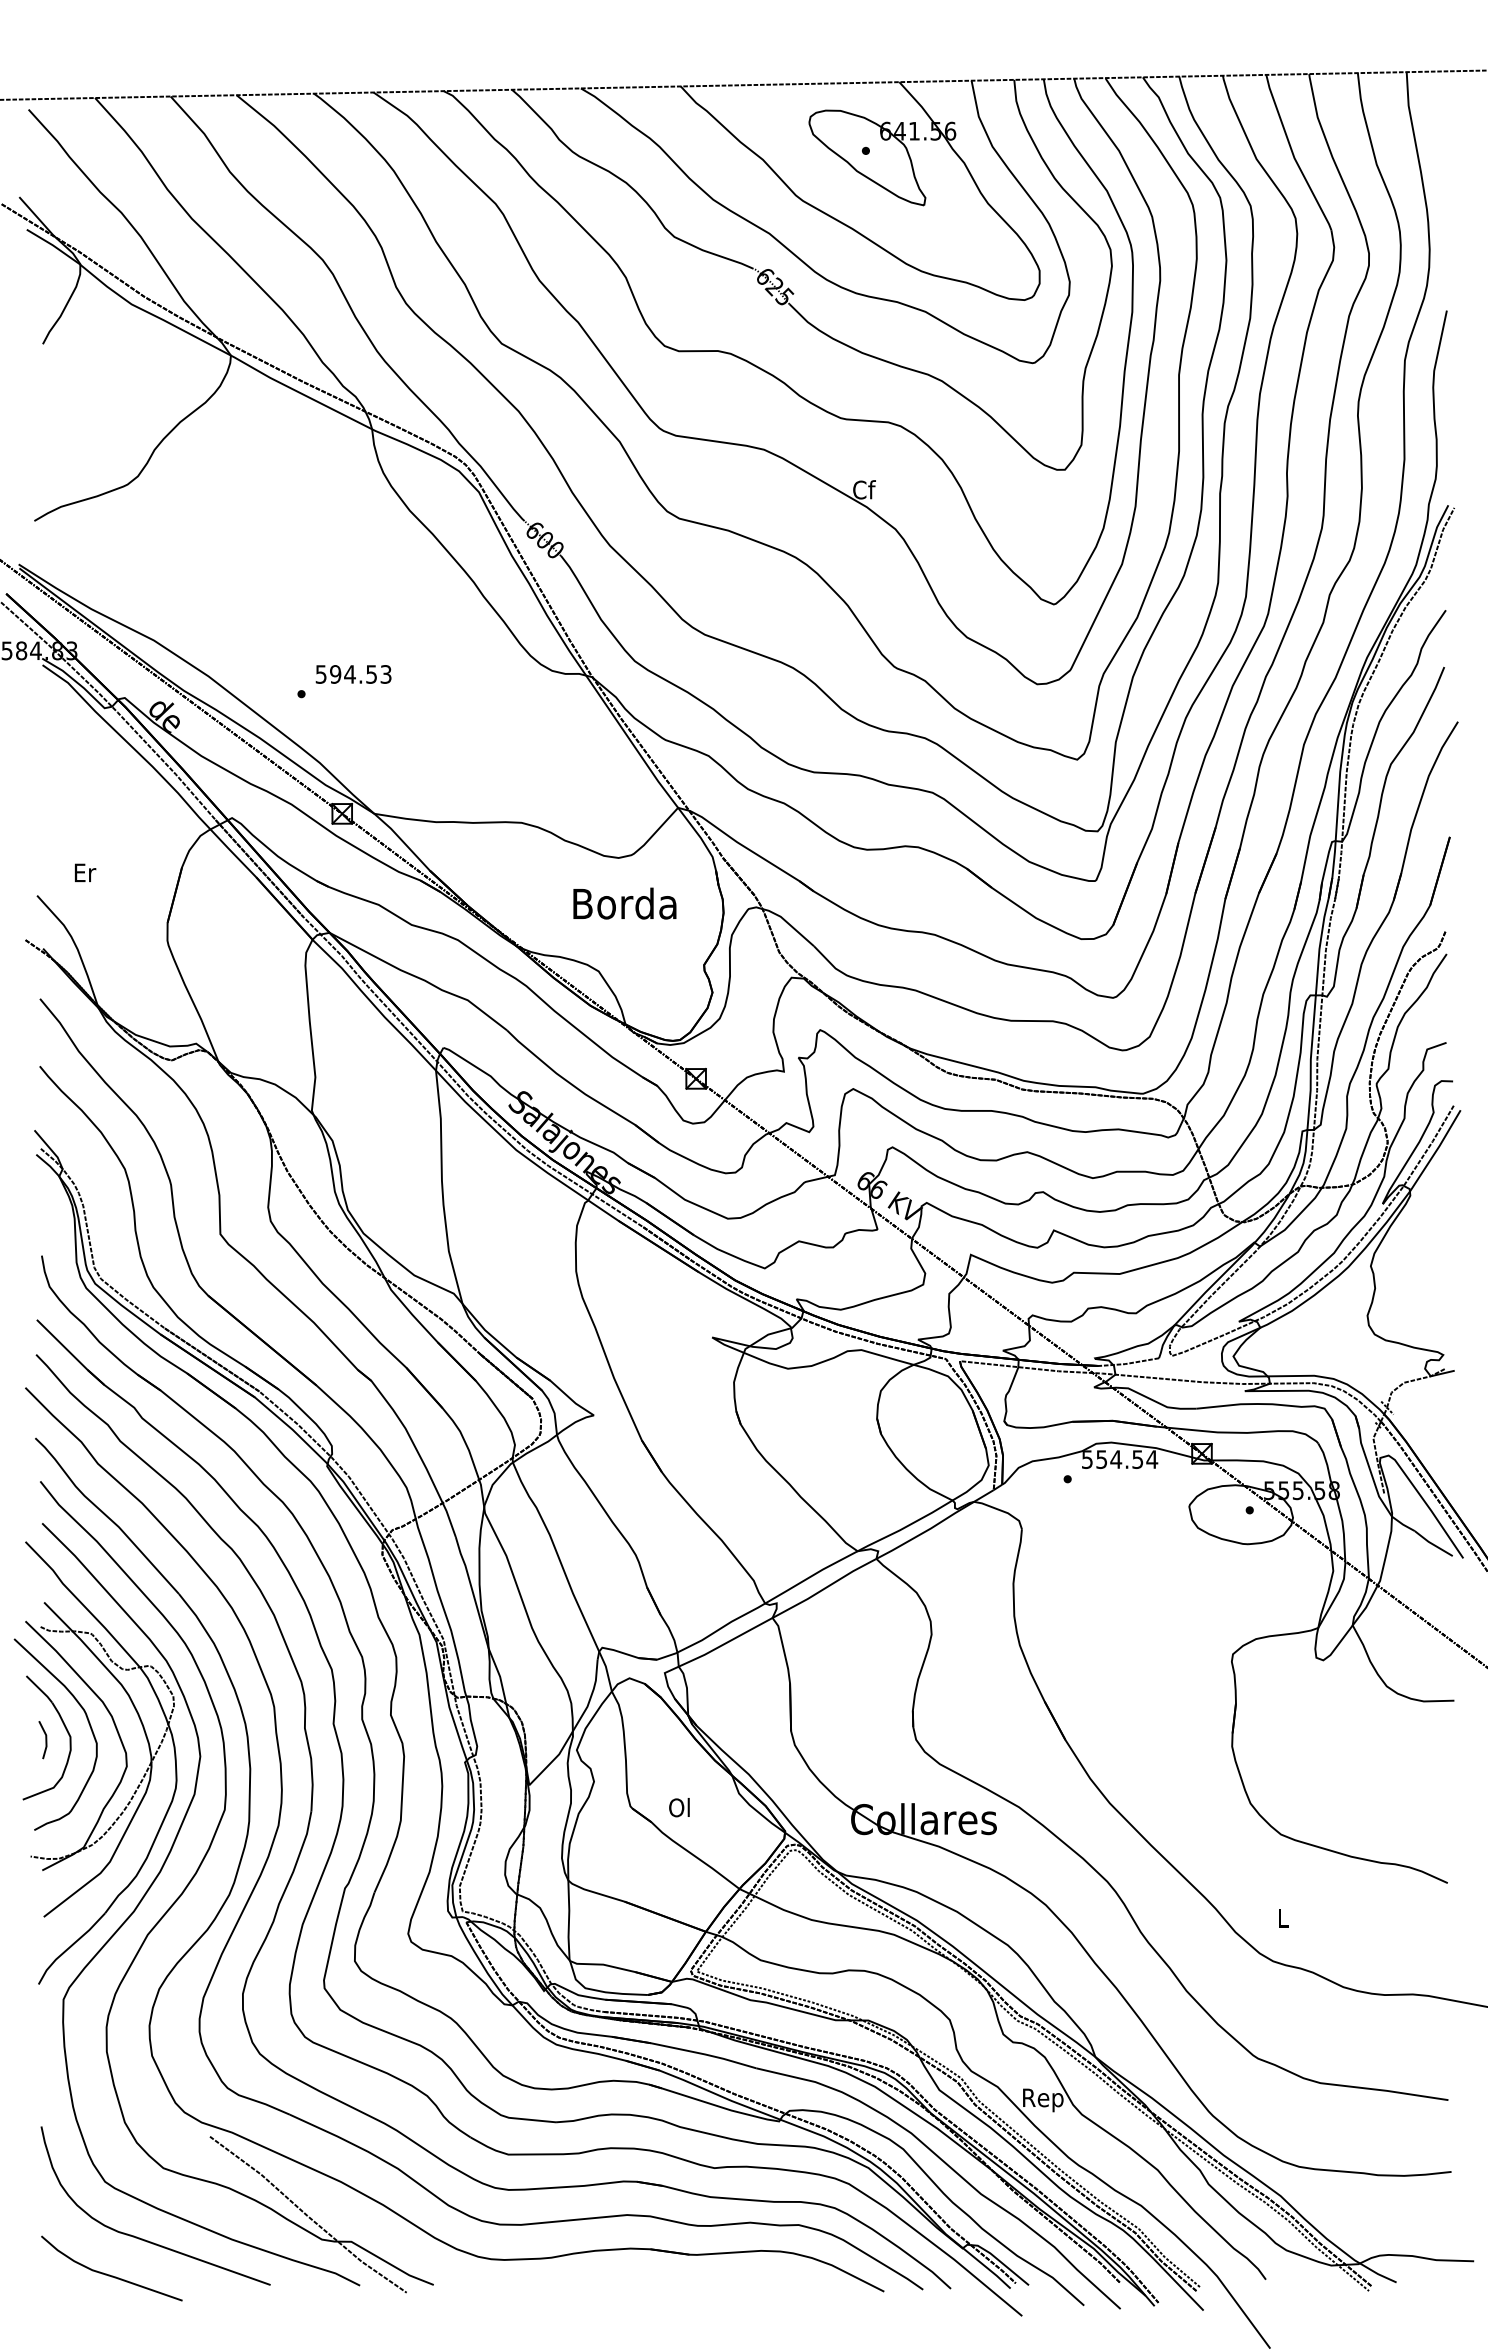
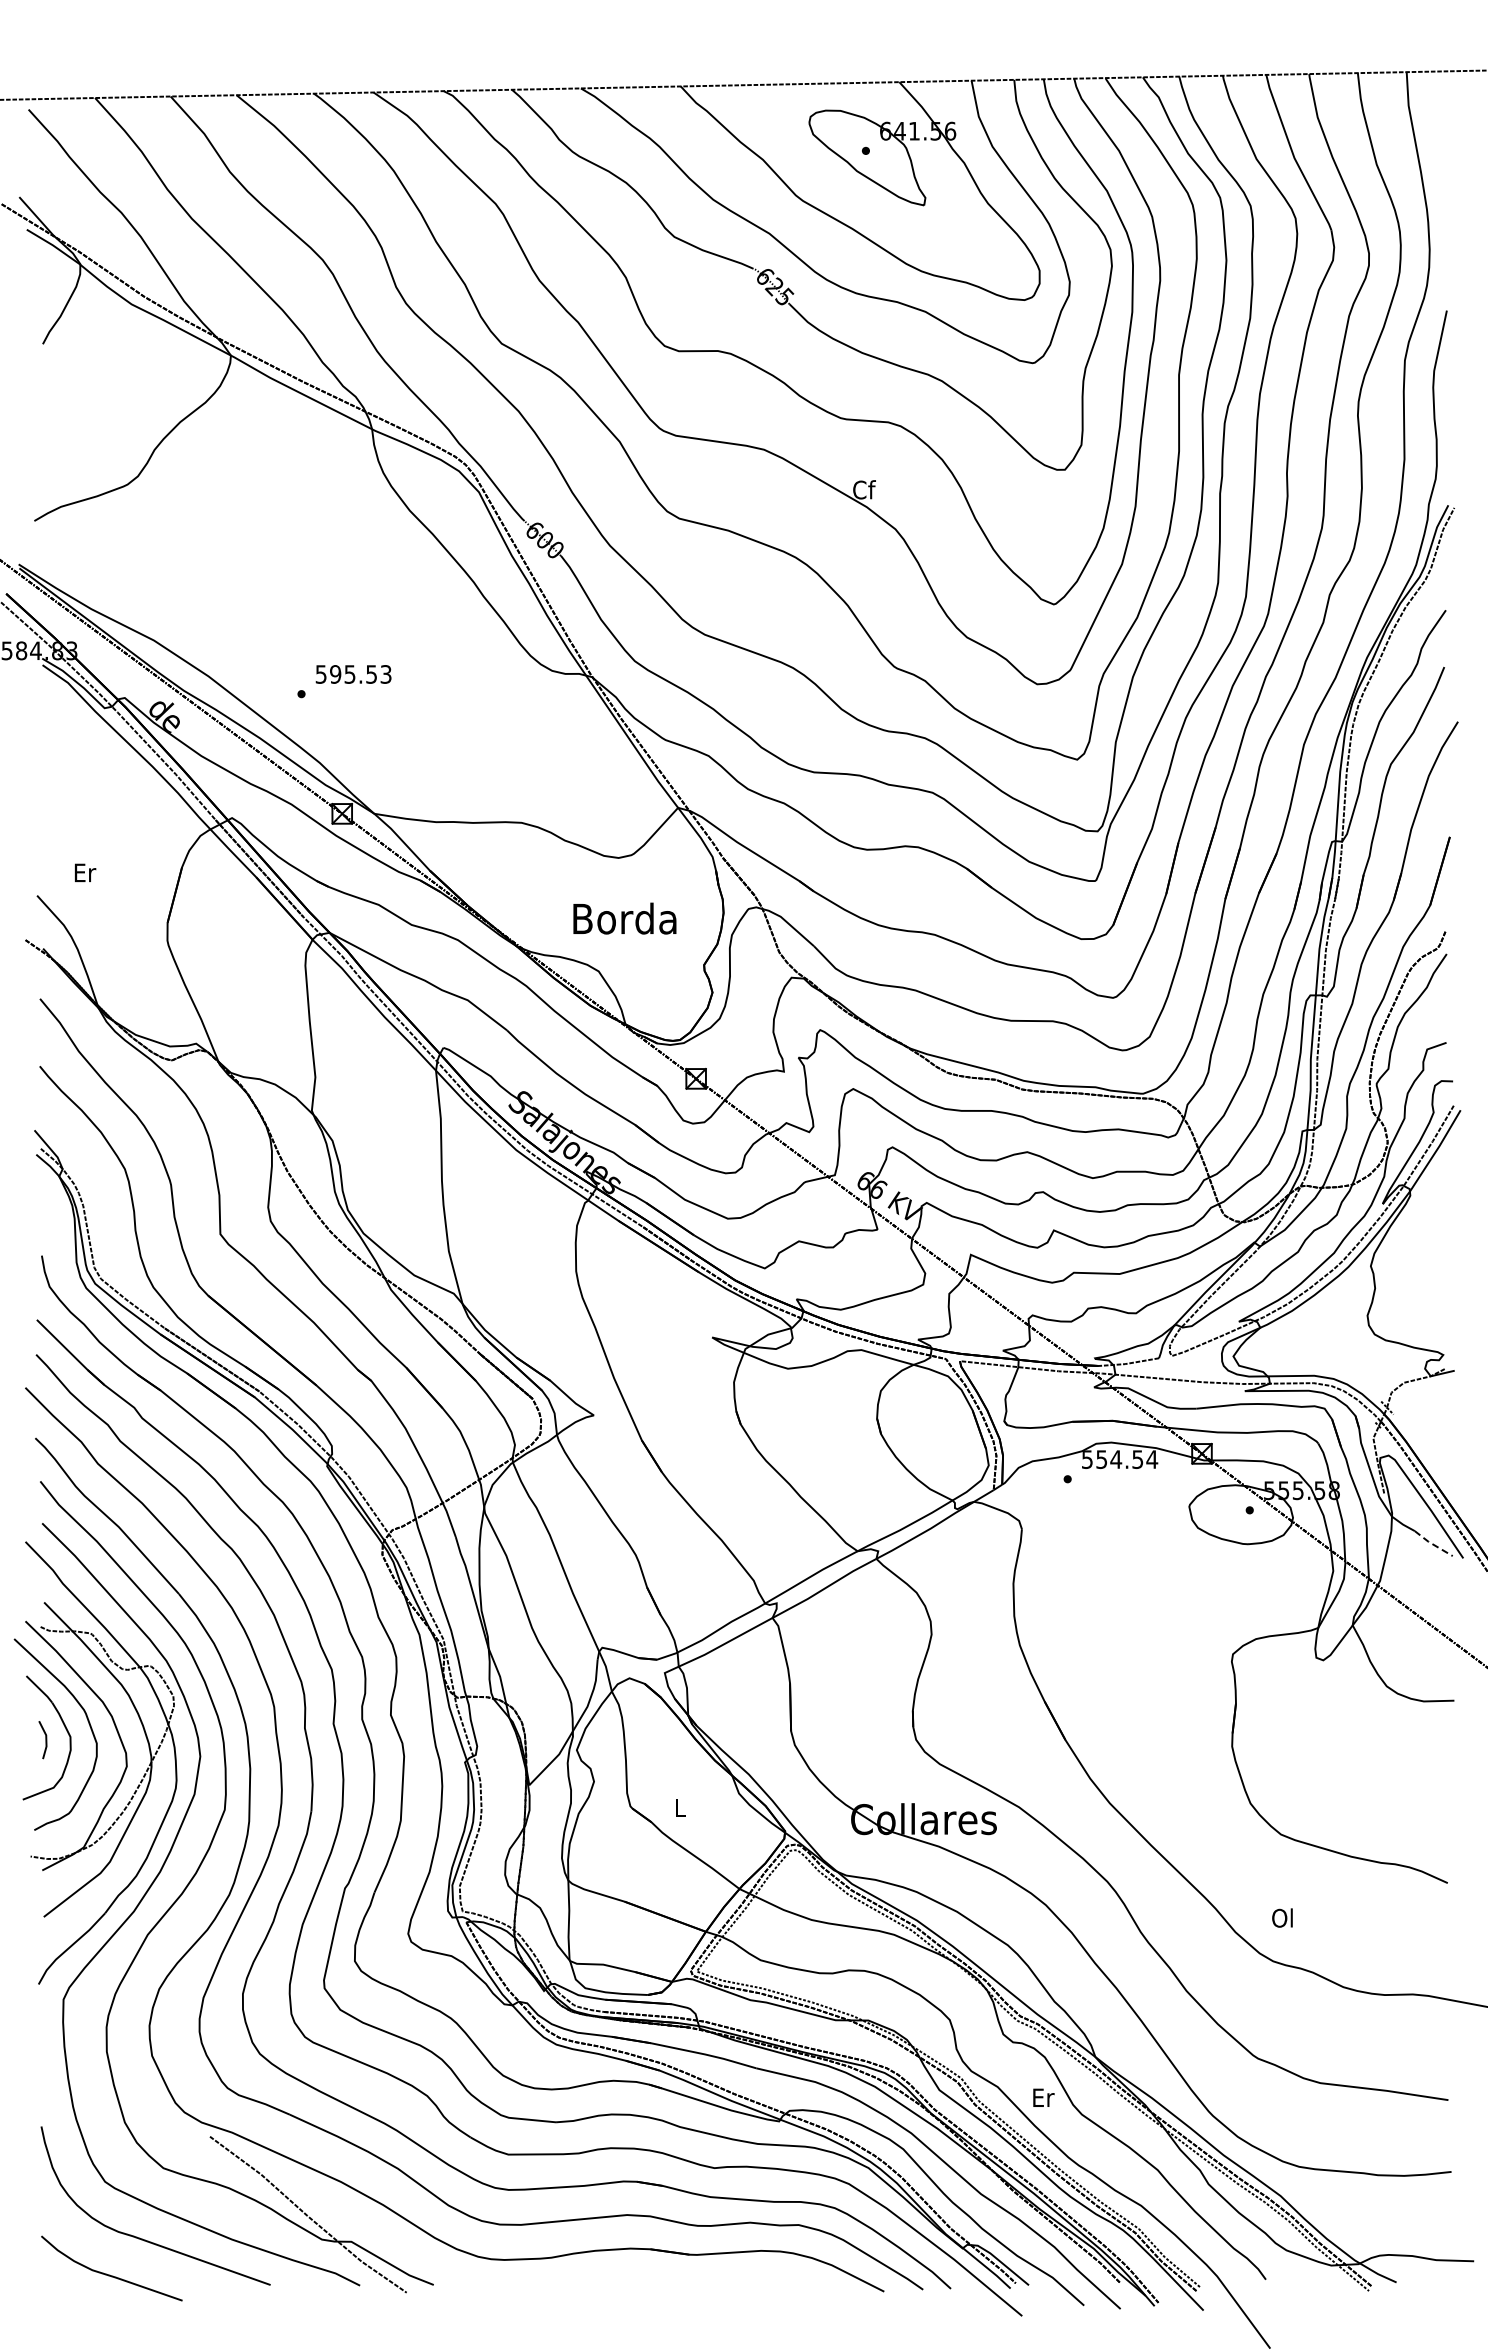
text at (349, 674): 594.53 -> 595.53
text at (624, 903) position: (624, 903) -> (624, 918)
line at (1432, 1544): solid -> dashed
text at (679, 1807): Ol -> L
text at (1282, 1917): L -> Ol
text at (1043, 2100): Rep -> Er
